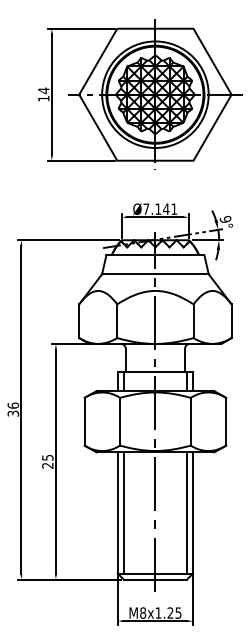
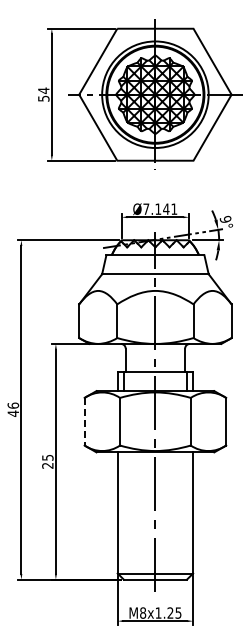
text at (43, 98): 14 -> 54
text at (13, 413): 36 -> 46
line at (84, 421): solid -> dashed
line at (123, 512): present -> none
line at (187, 512): present -> none
